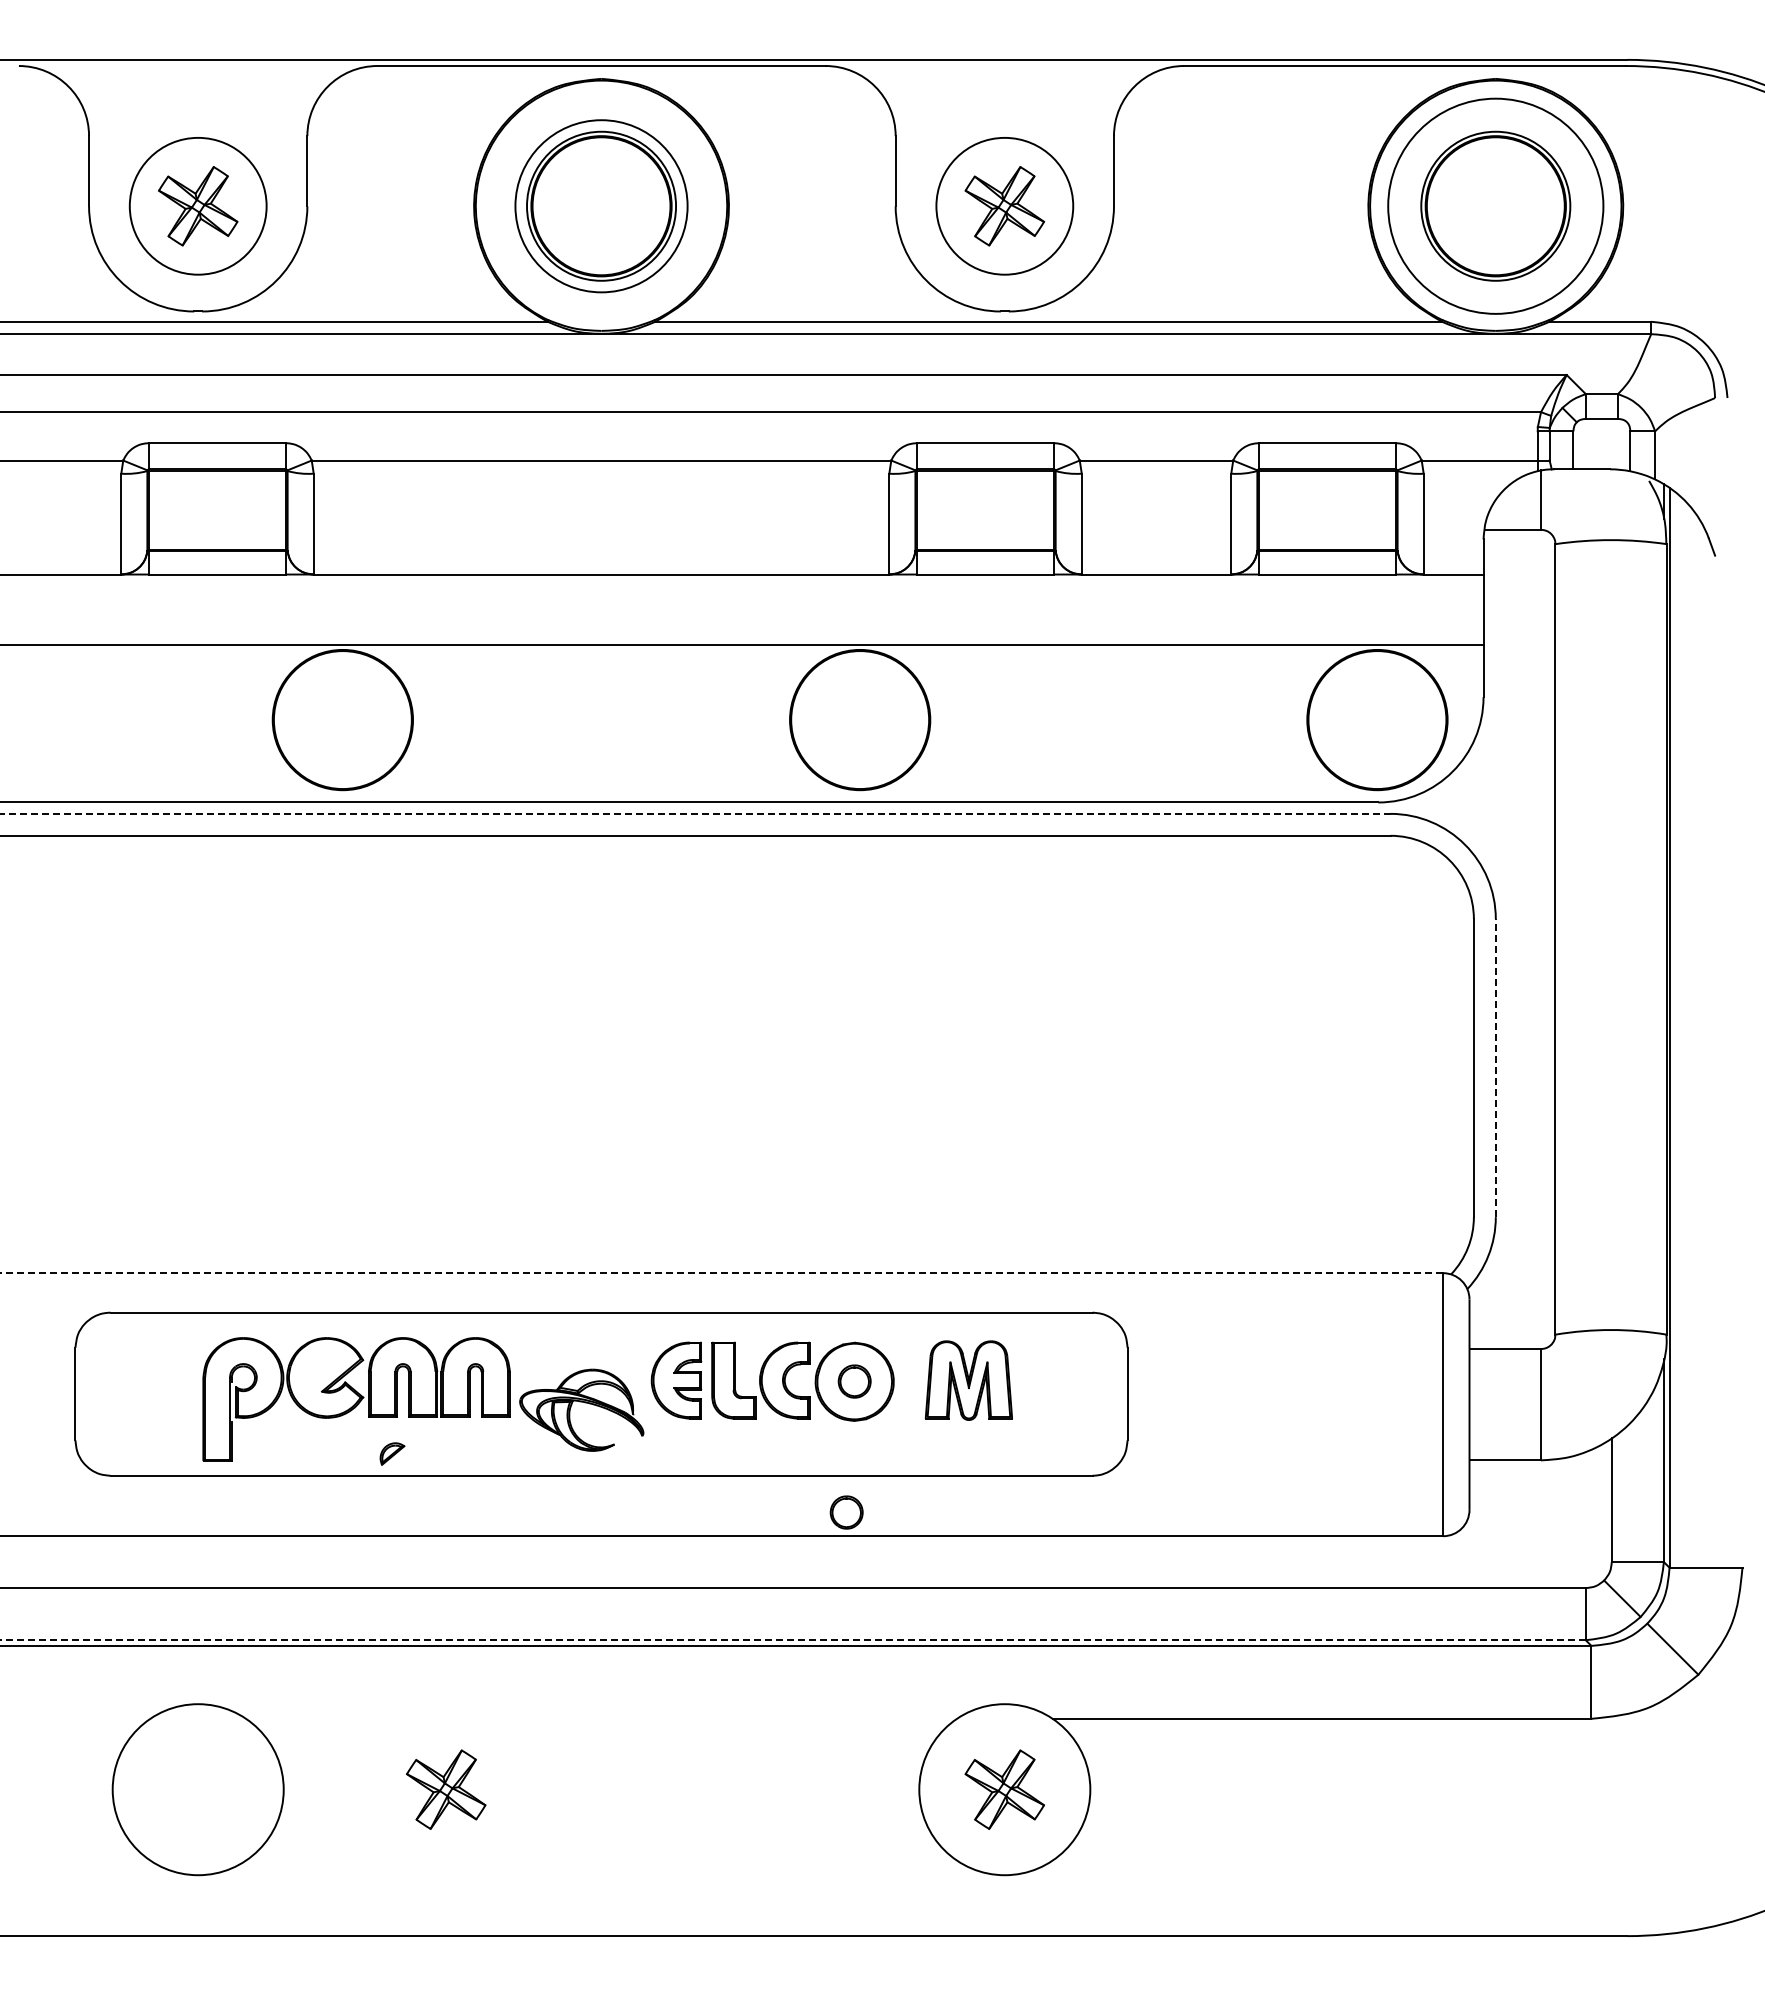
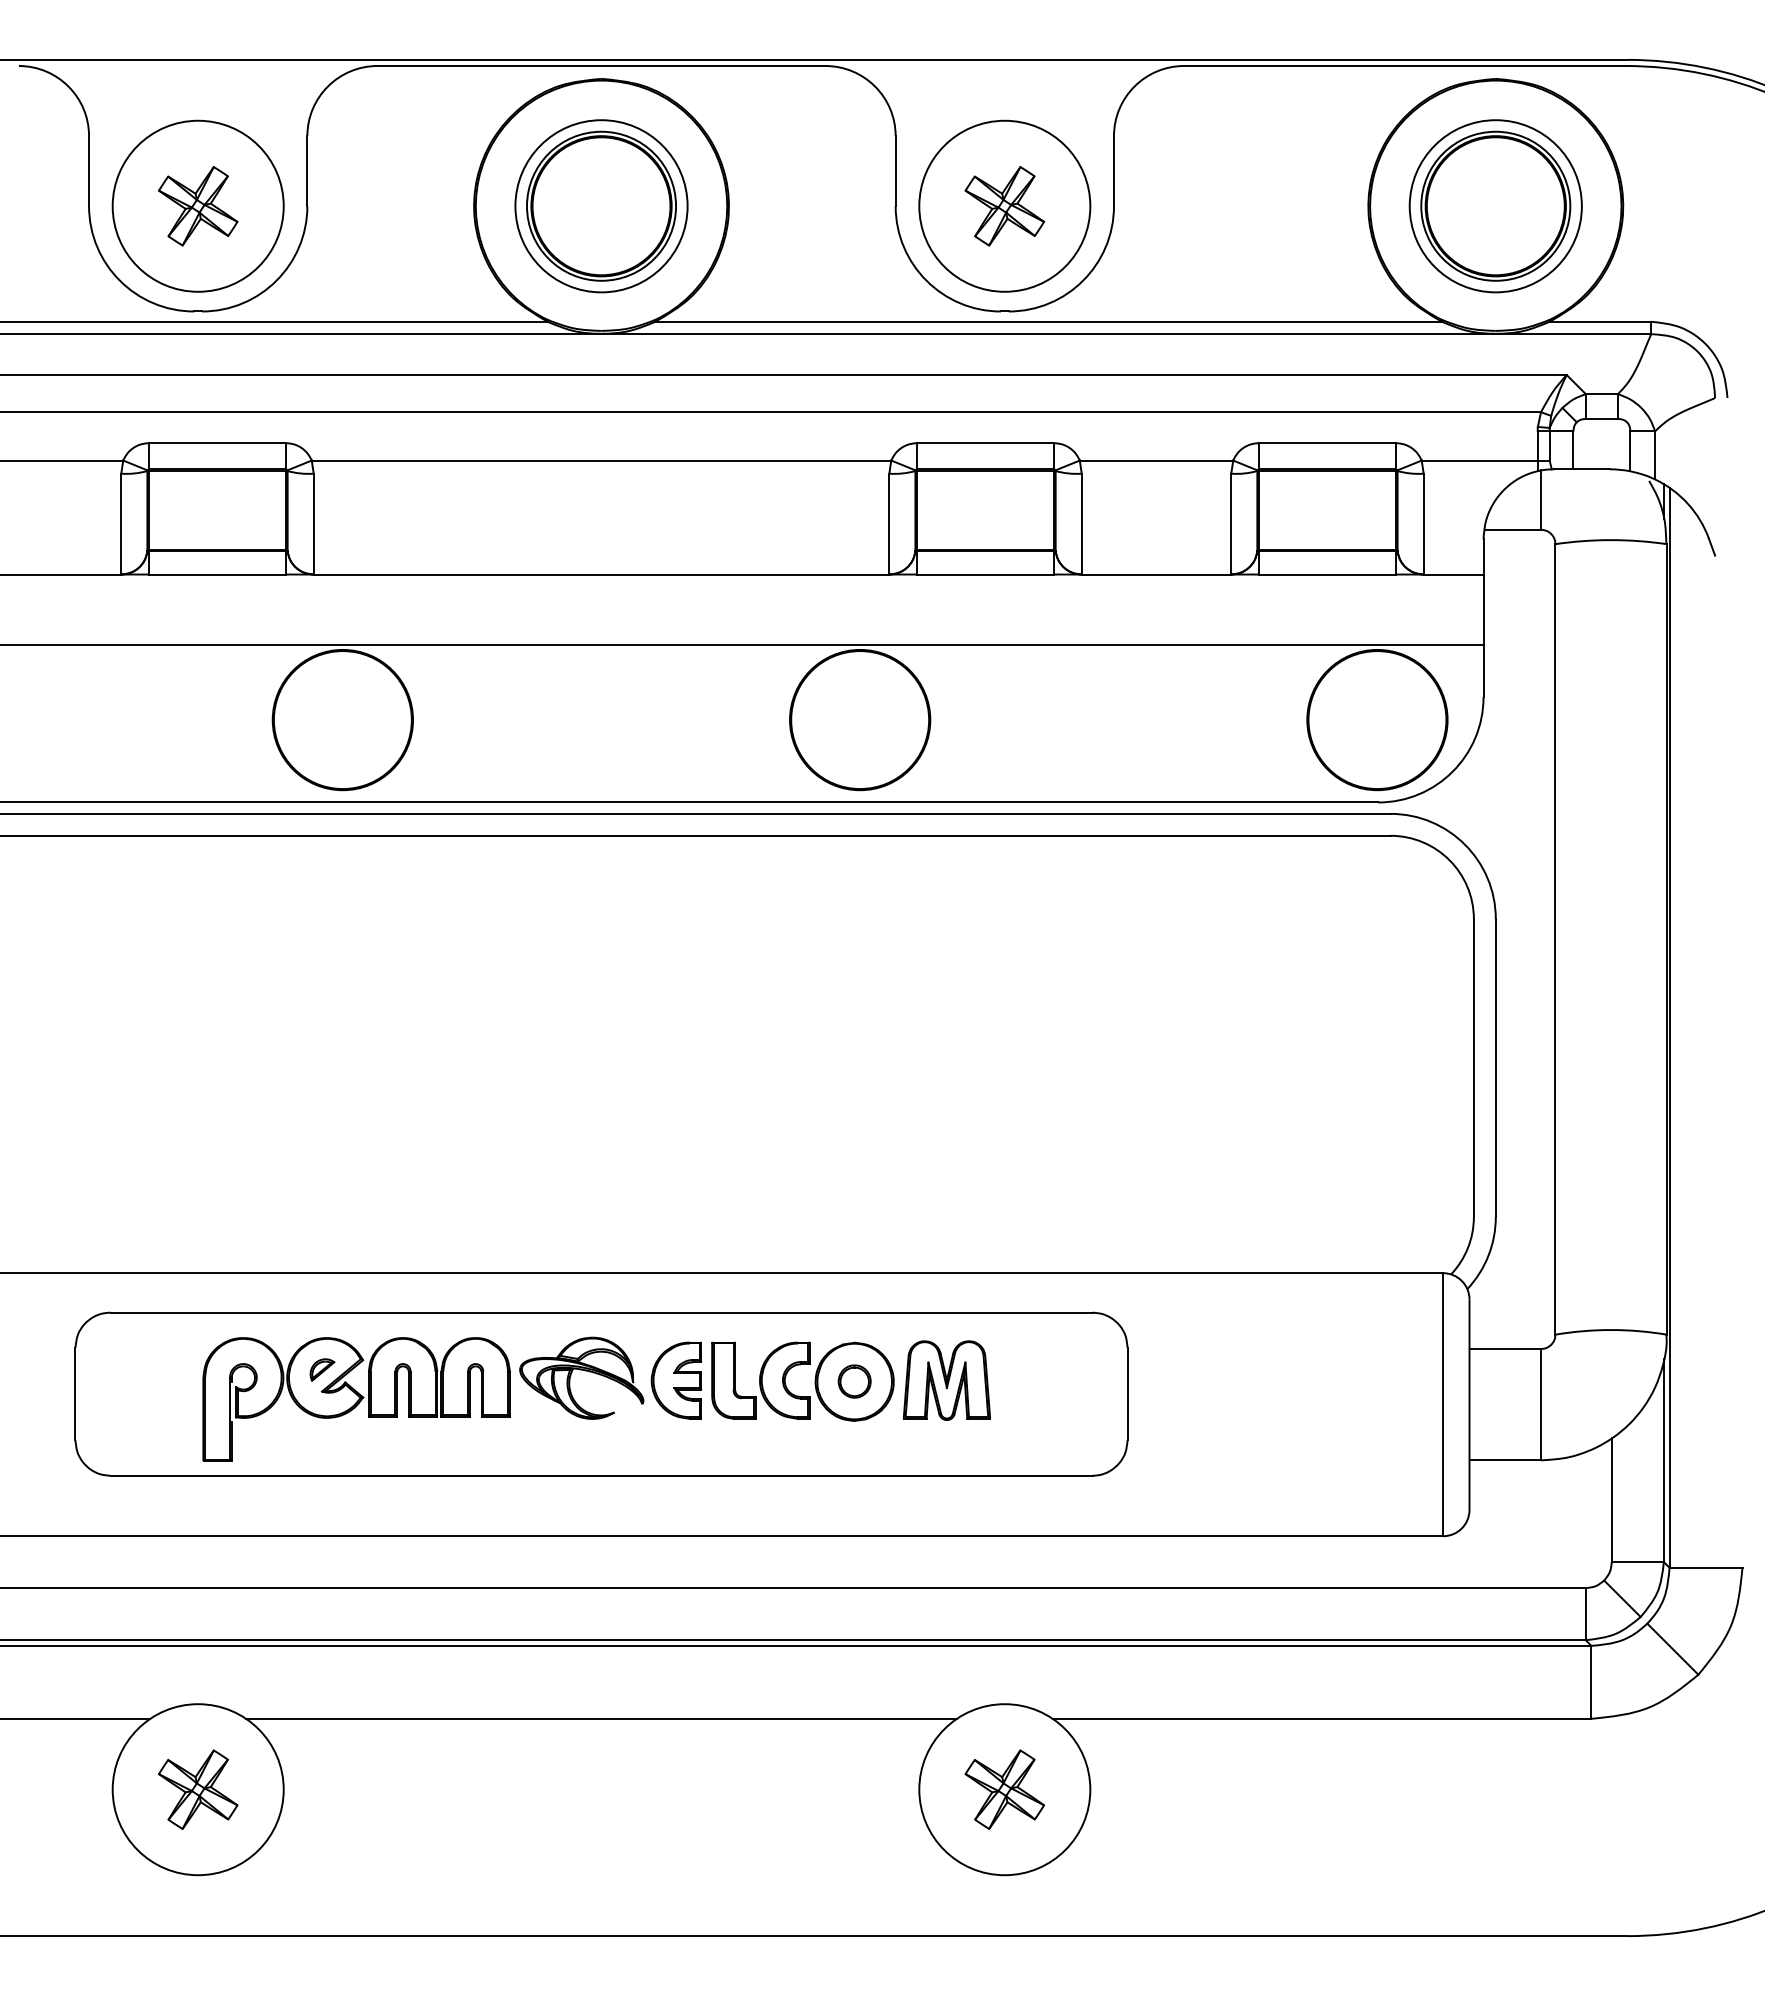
circle at (197, 205) diameter: 137 px -> 171 px
circle at (1004, 205) diameter: 137 px -> 171 px
circle at (1495, 205) diameter: 215 px -> 172 px
line at (694, 813): dashed -> solid
line at (1495, 1067): dashed -> solid
line at (721, 1273): dashed -> solid
part at (968, 1380) position: (968, 1380) -> (946, 1380)
part at (581, 1402) position: (581, 1402) -> (581, 1370)
part at (392, 1453) position: (392, 1453) -> (322, 1369)
part at (846, 1512): present -> none
line at (792, 1640): dashed -> solid
line at (76, 1718): none -> present
line at (601, 1718): none -> present
part at (446, 1789) position: (446, 1789) -> (198, 1789)
